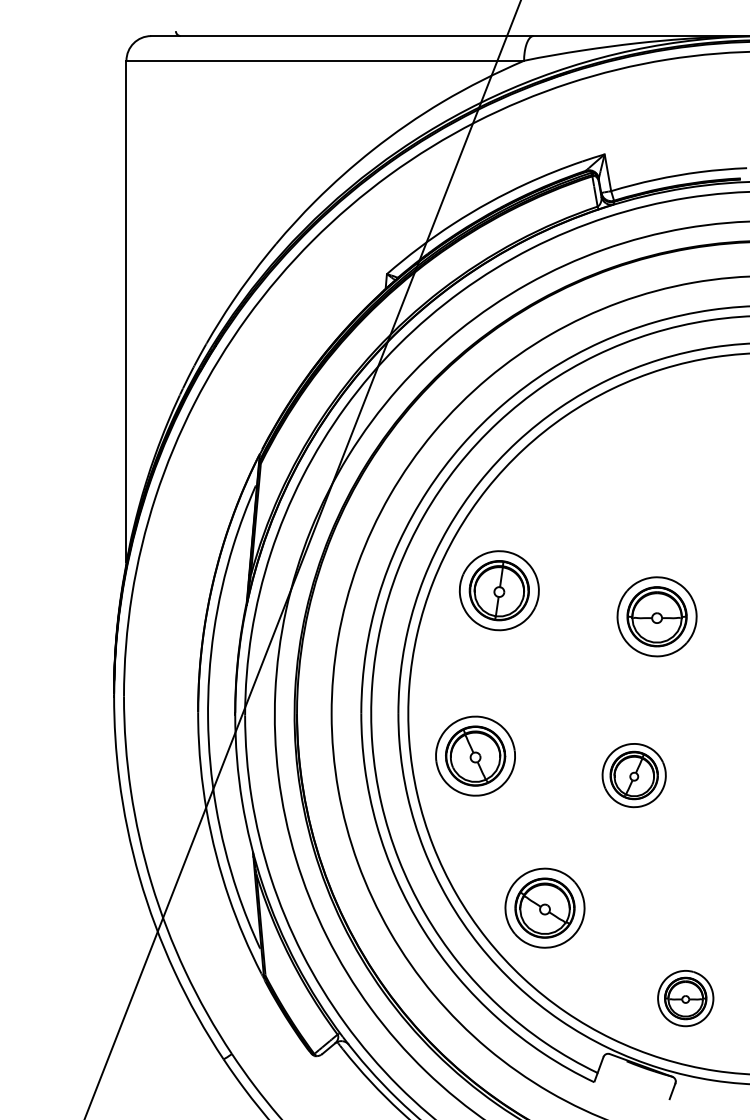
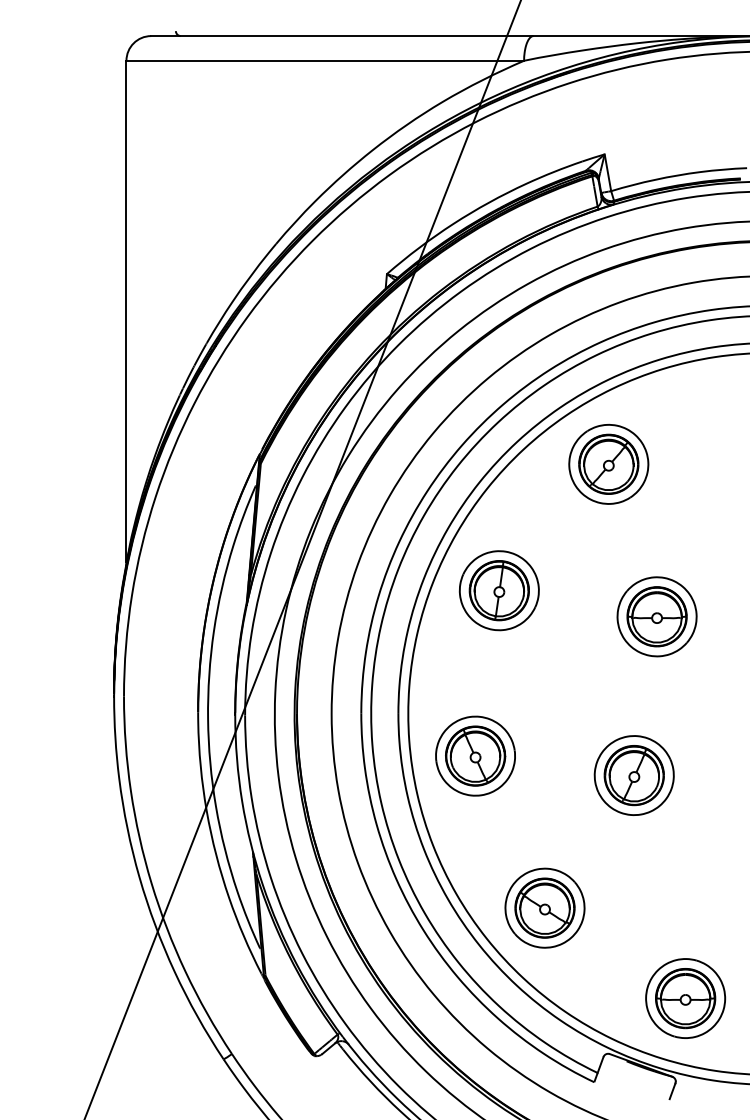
part at (608, 464): none -> present
part at (633, 775) size: 66x66 px -> 82x81 px
part at (685, 998) size: 58x58 px -> 82x81 px
